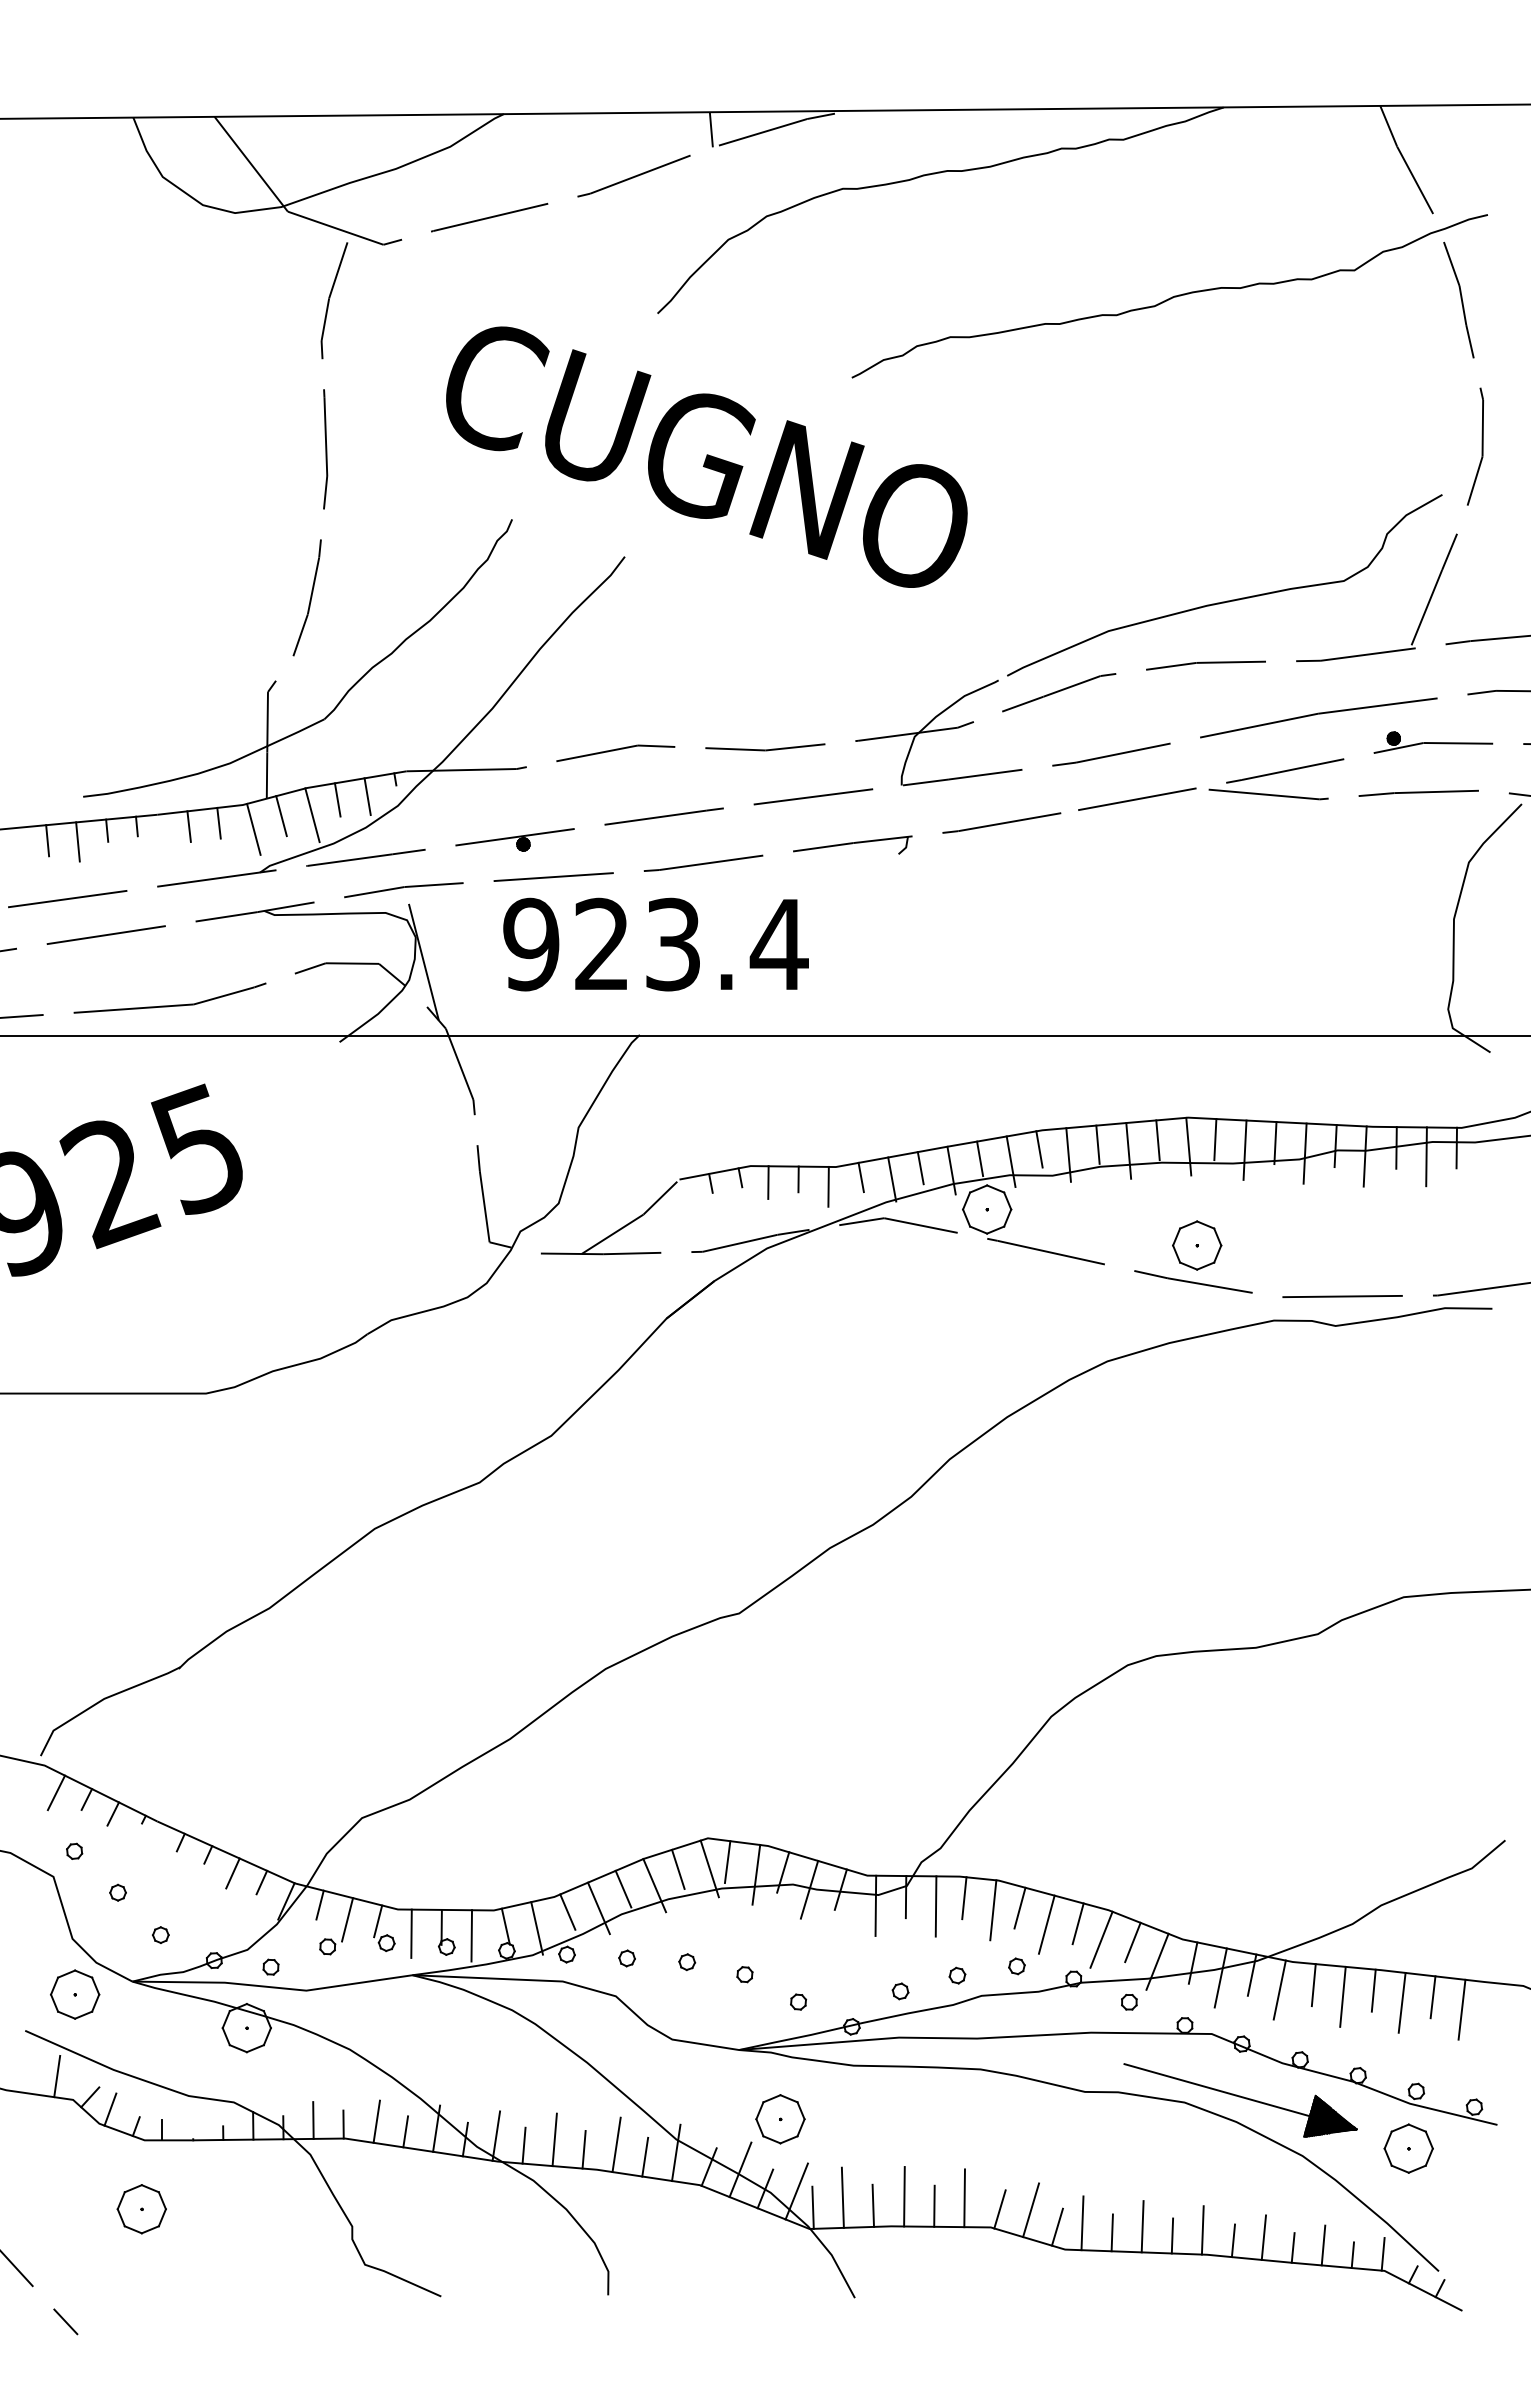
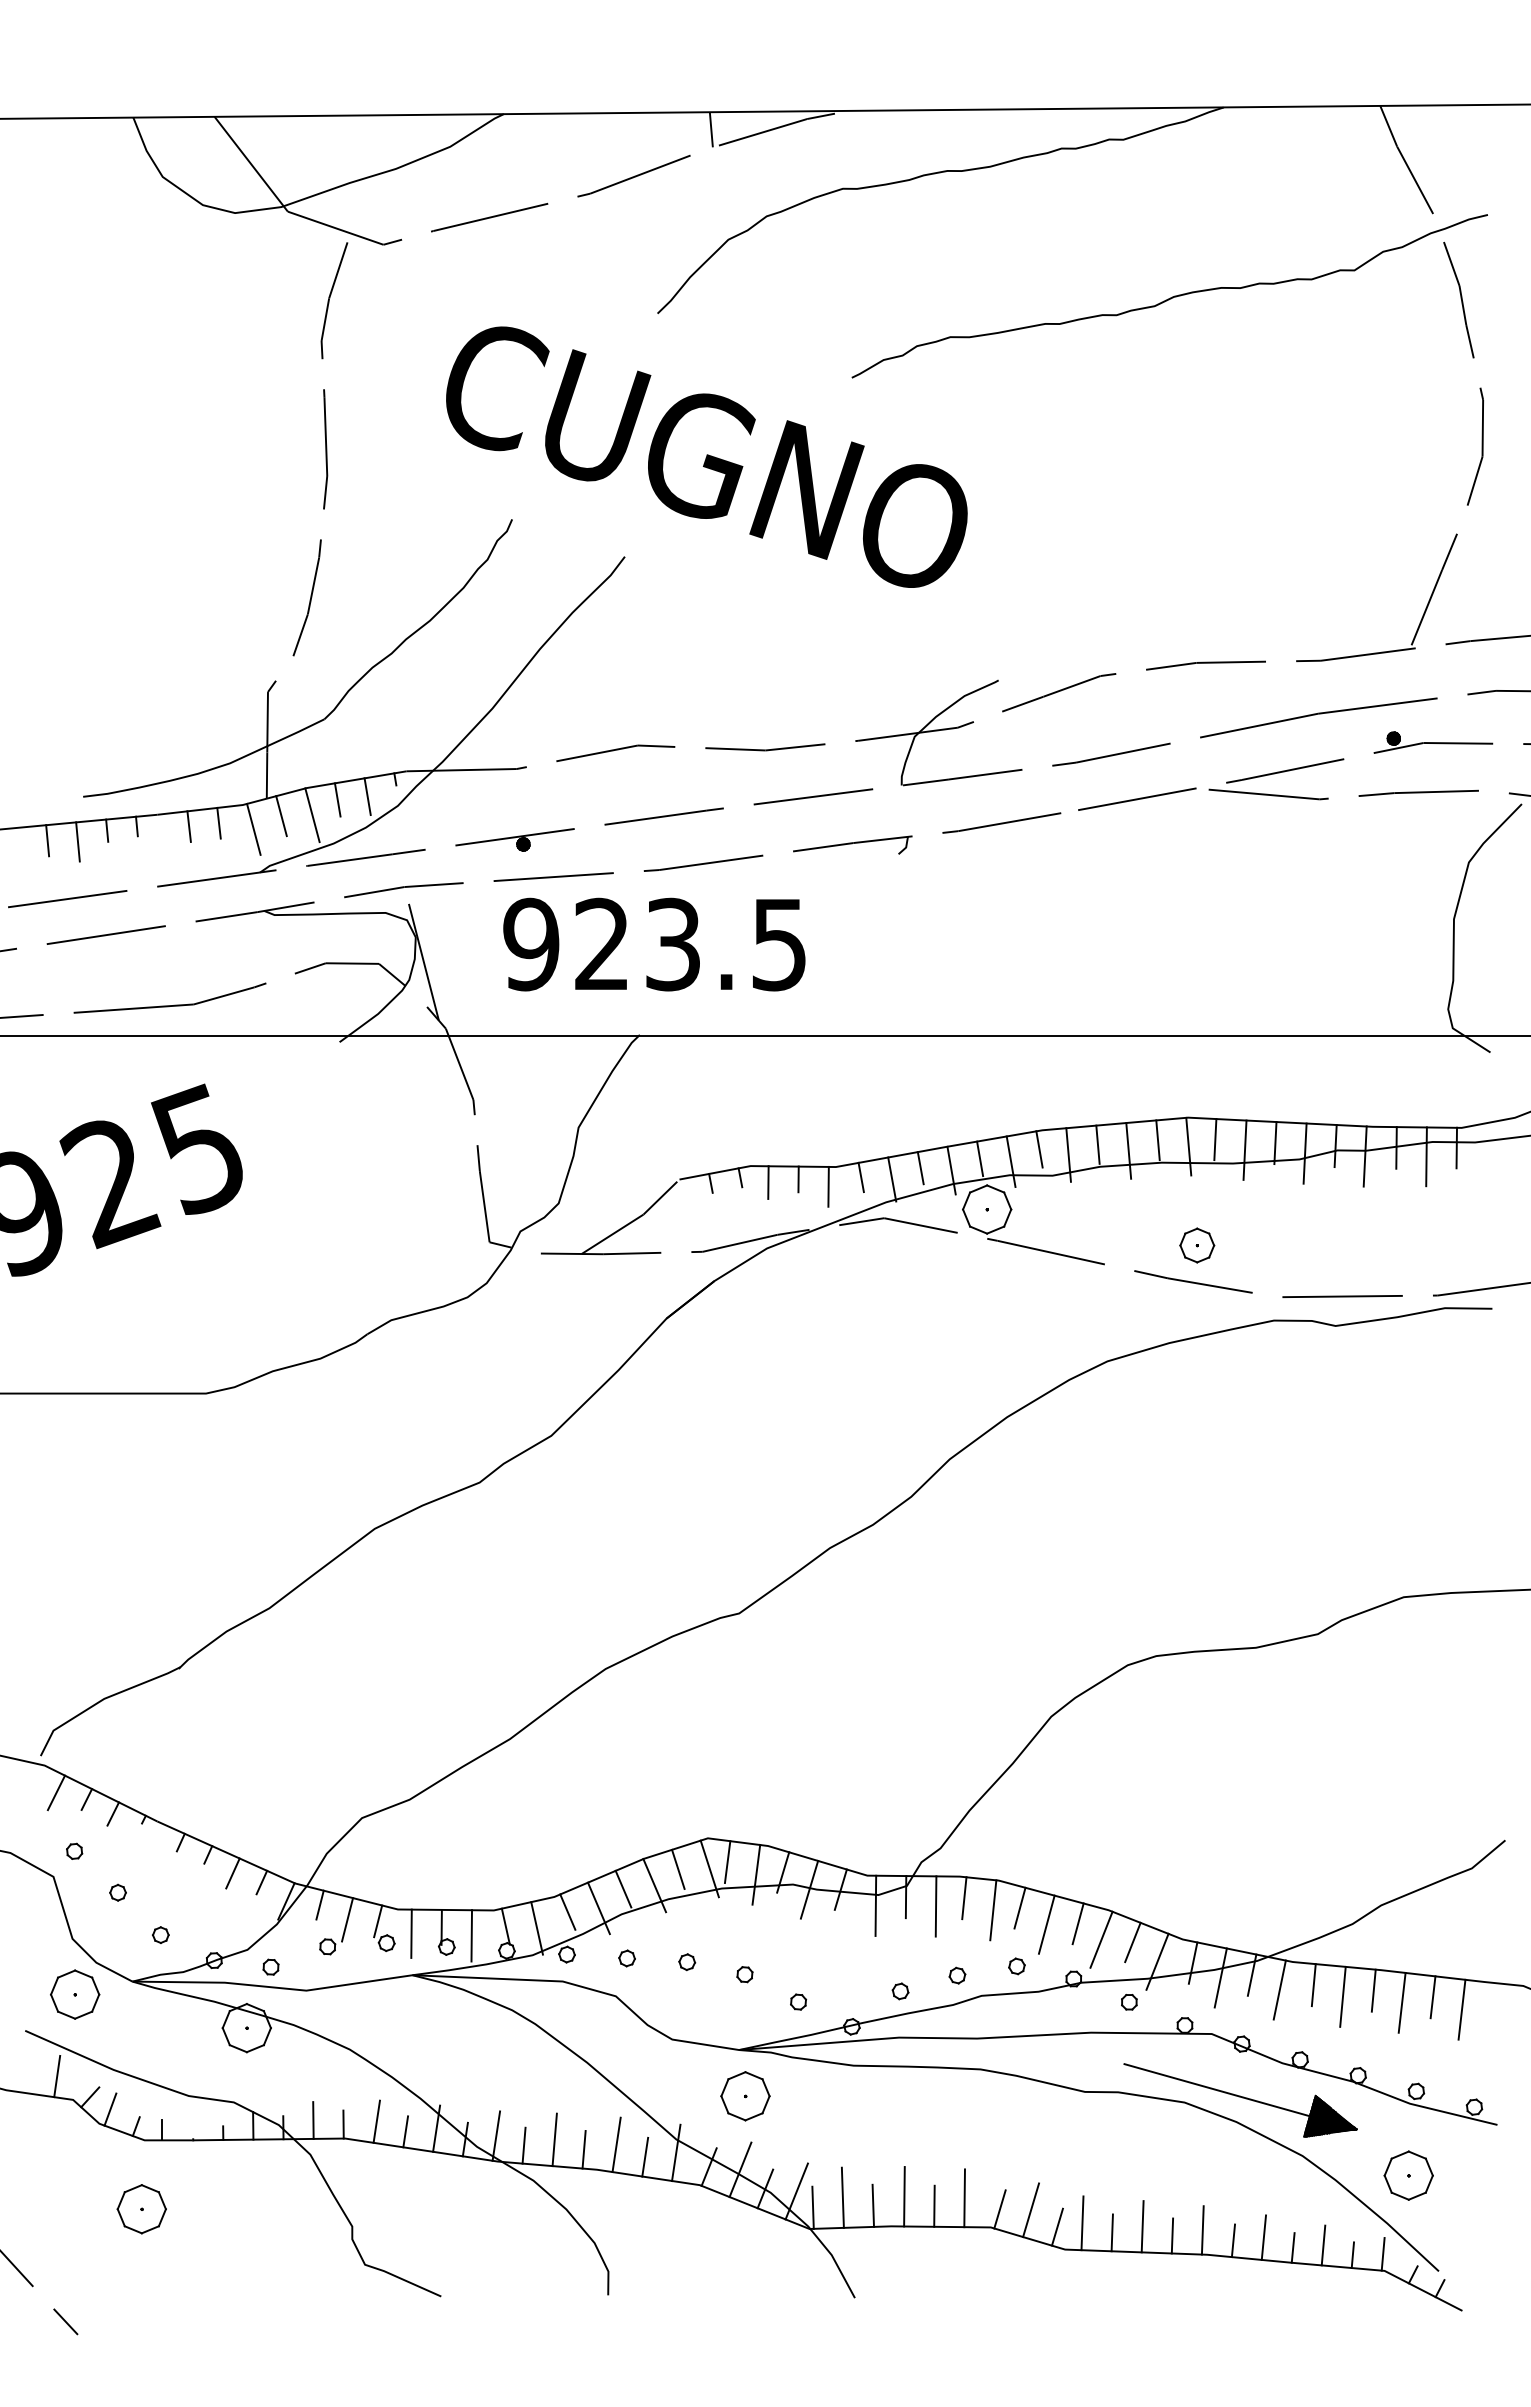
curve at (1227, 600): present -> none
text at (778, 945): 923.4 -> 923.5
part at (1197, 1245) size: 51x51 px -> 37x37 px
part at (780, 2119) position: (780, 2119) -> (745, 2096)
part at (1408, 2148) position: (1408, 2148) -> (1408, 2175)
